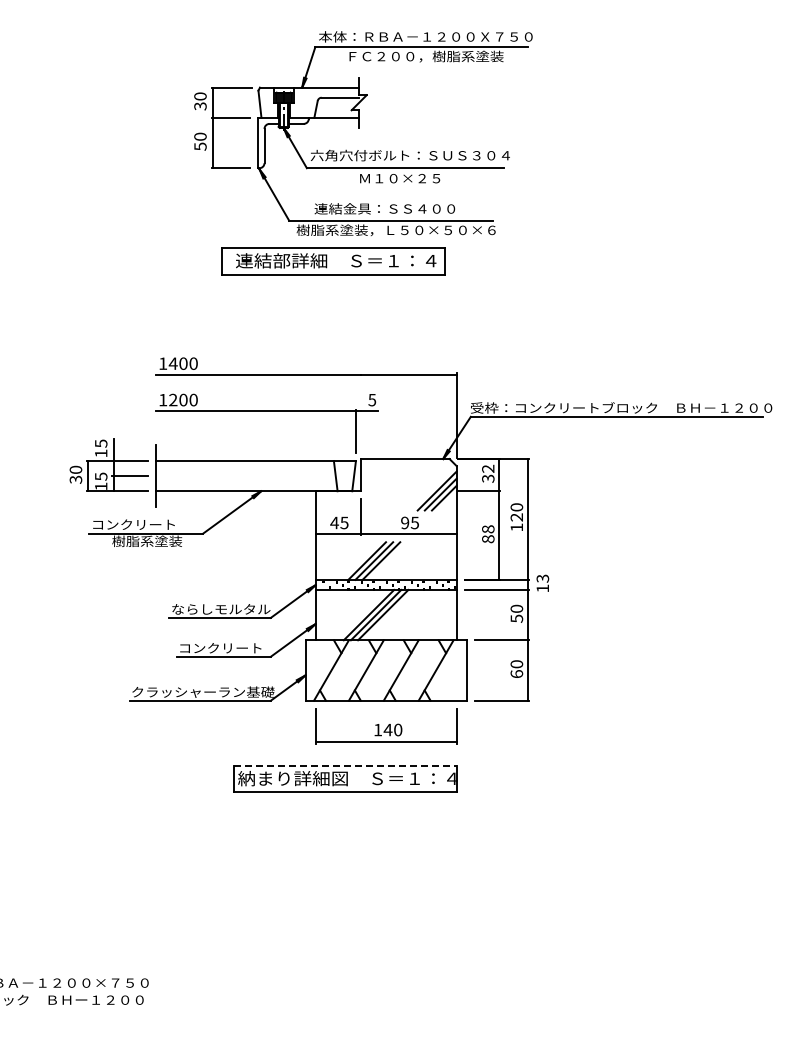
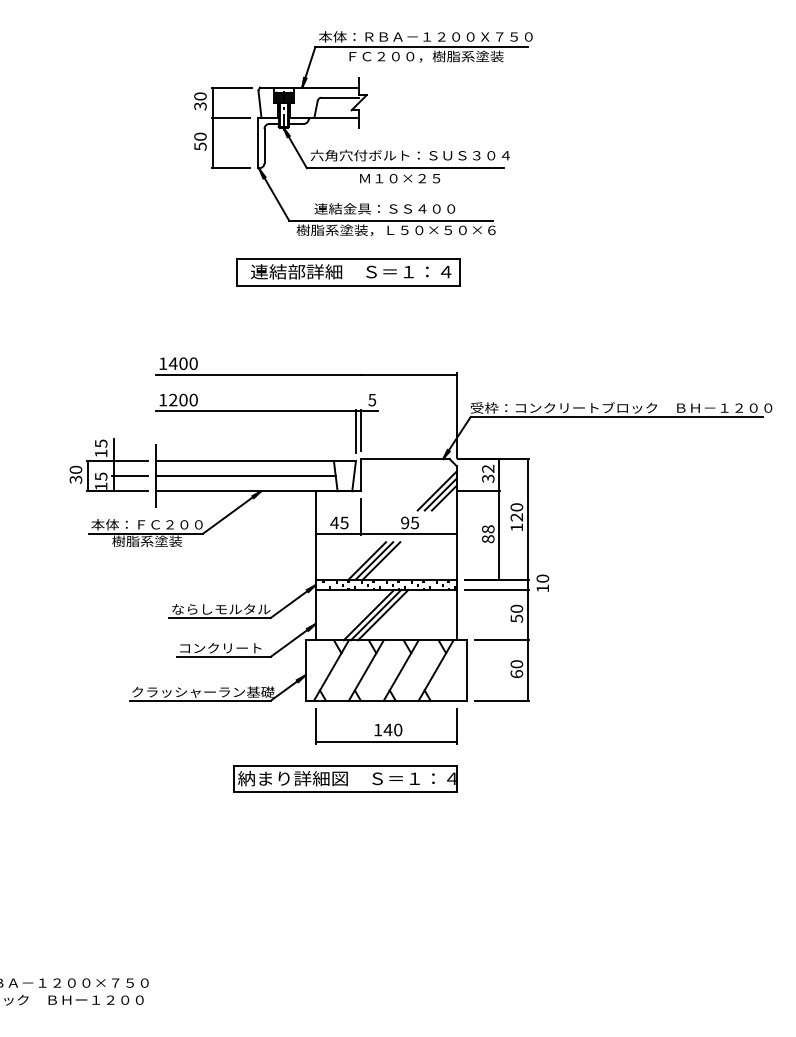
part at (333, 261) position: (333, 261) -> (348, 272)
line at (360, 429): none -> present
line at (245, 476): none -> present
text at (146, 524): コンクリート -> 本体：ＦＣ２００
text at (542, 578): 13 -> 10
line at (345, 766): dashed -> solid
